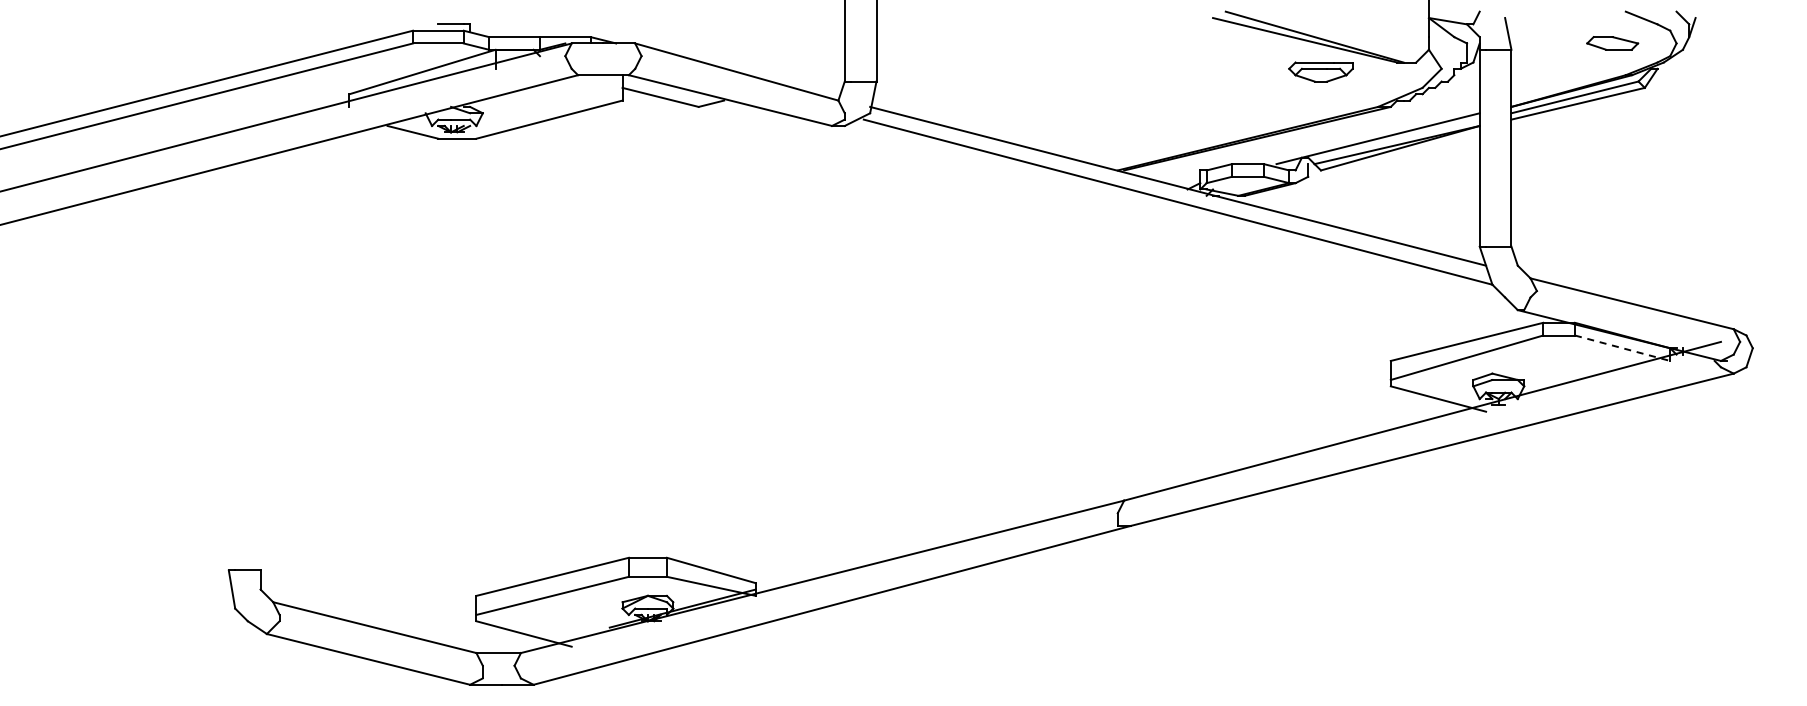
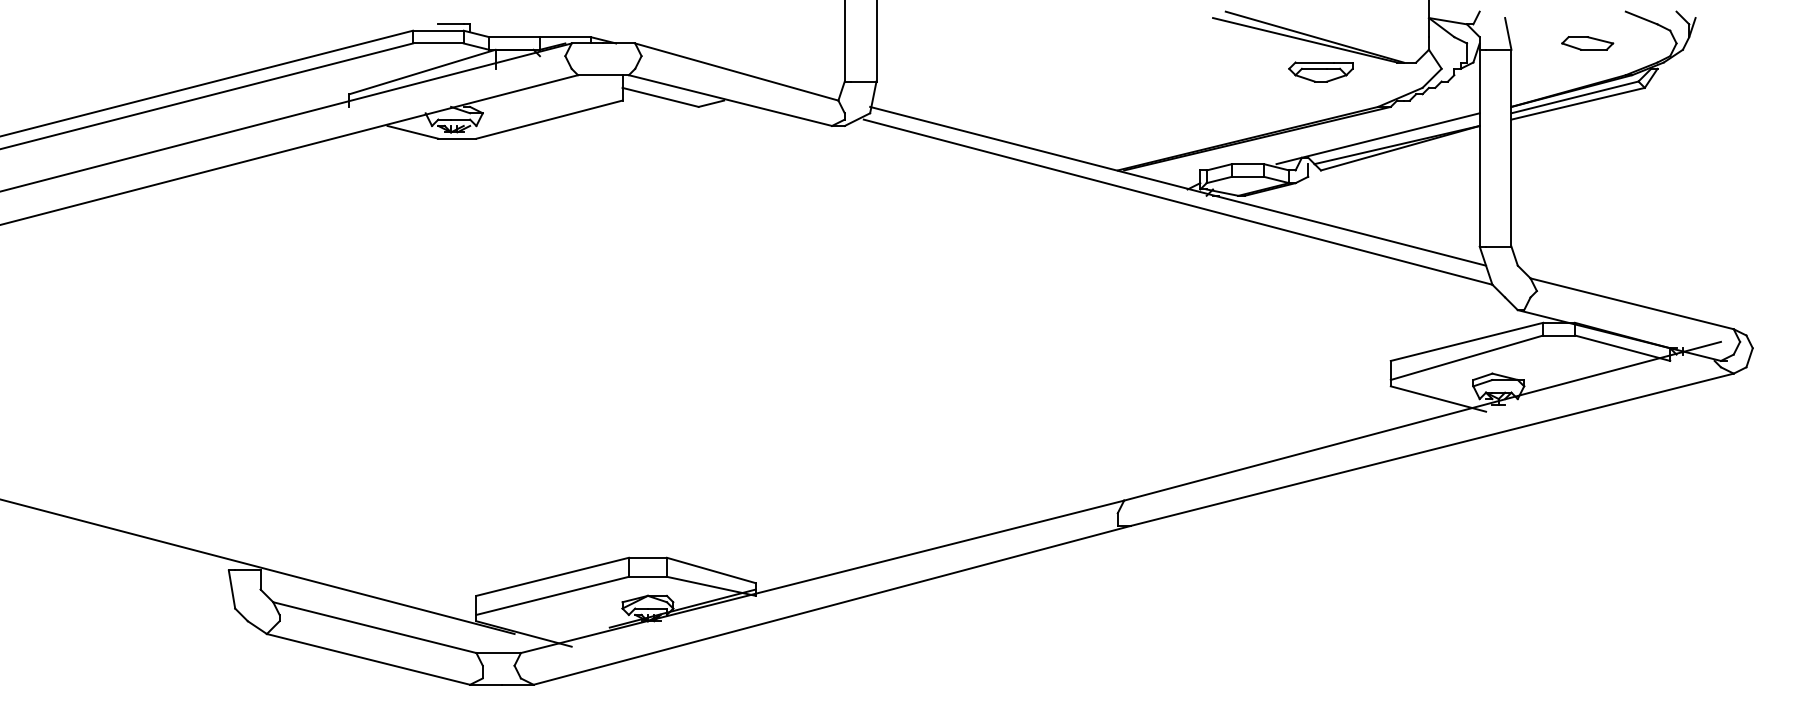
part at (1612, 43) position: (1612, 43) -> (1587, 43)
line at (1623, 348): dashed -> solid
line at (258, 567): none -> present
